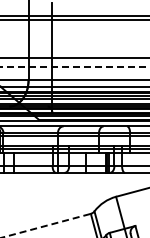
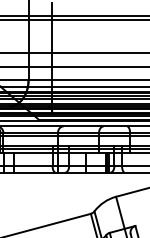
line at (74, 58) position: (74, 58) -> (74, 53)
line at (74, 66): dashed -> solid
line at (46, 225): dashed -> solid
